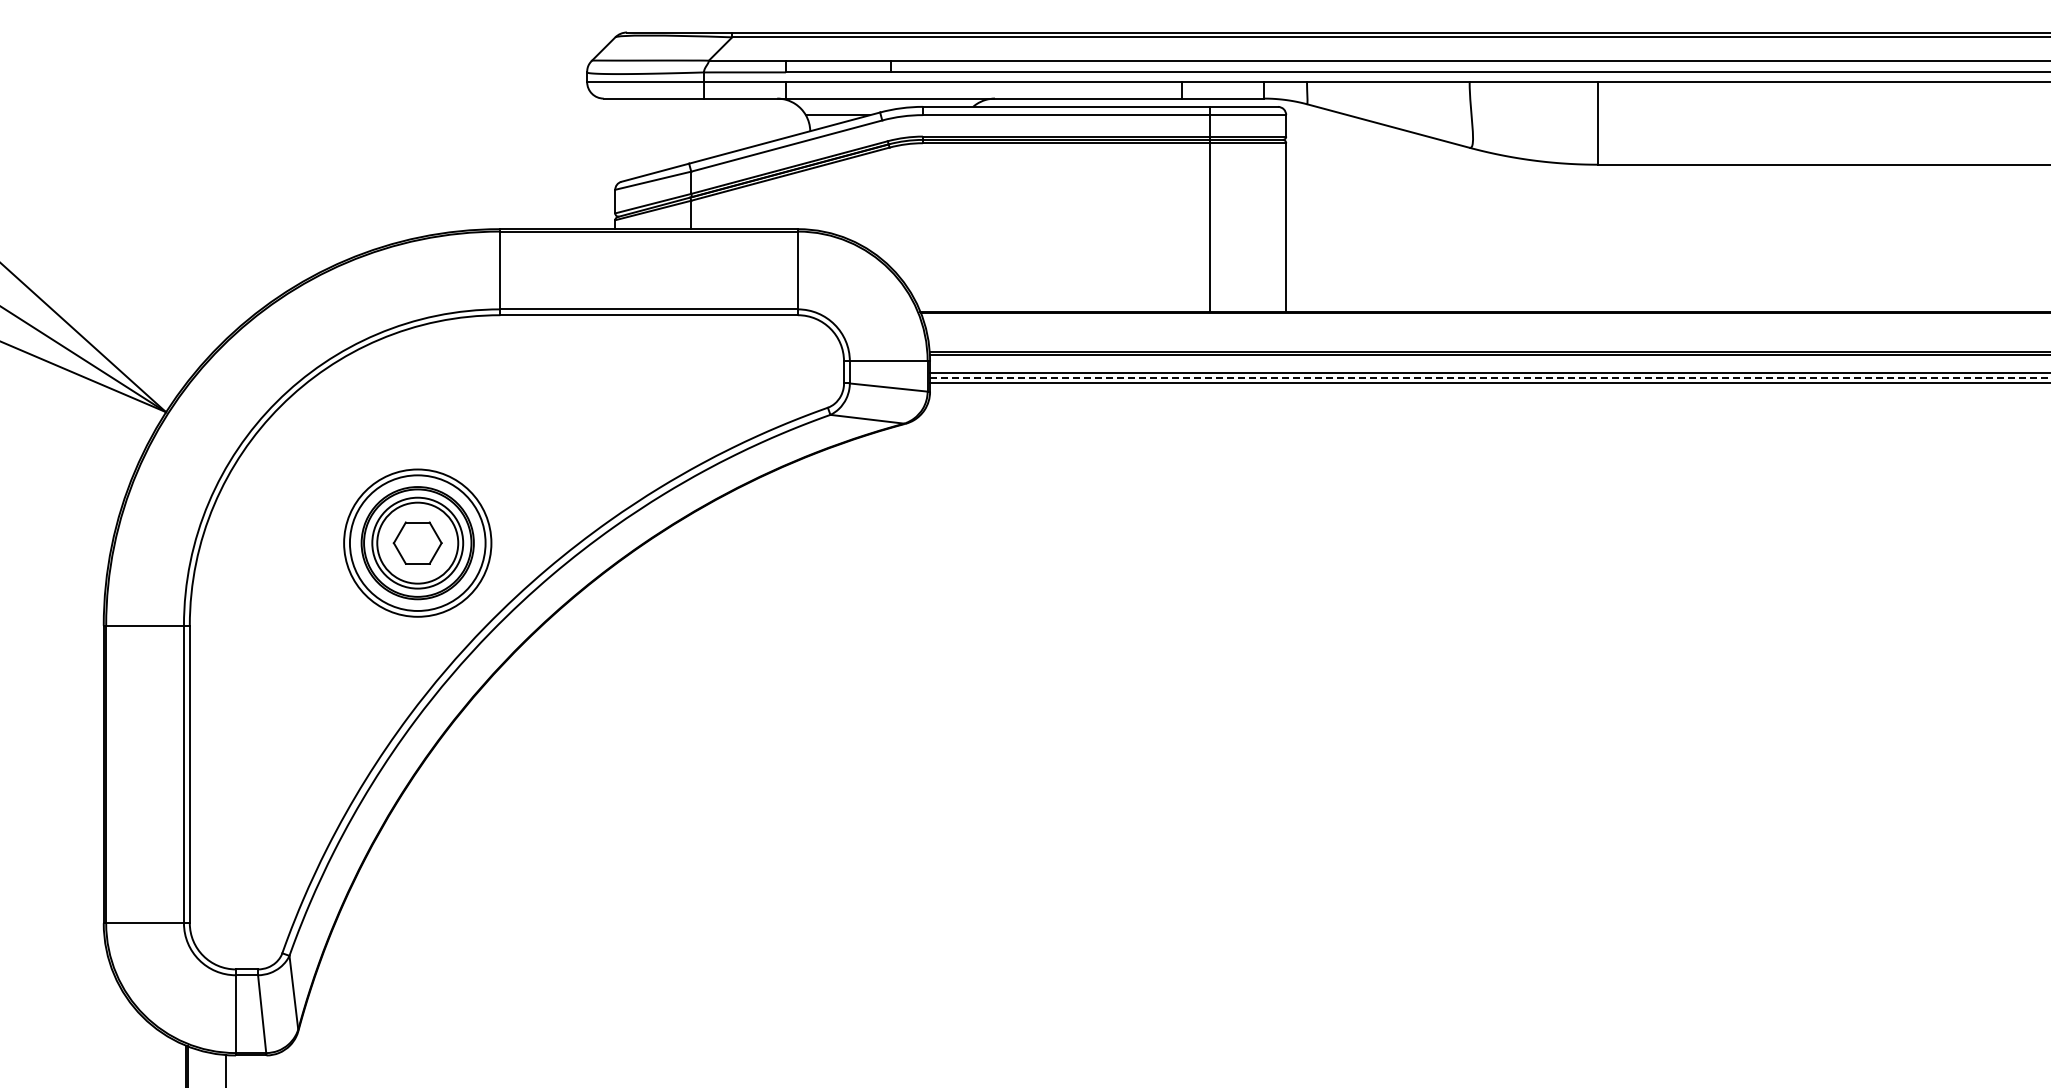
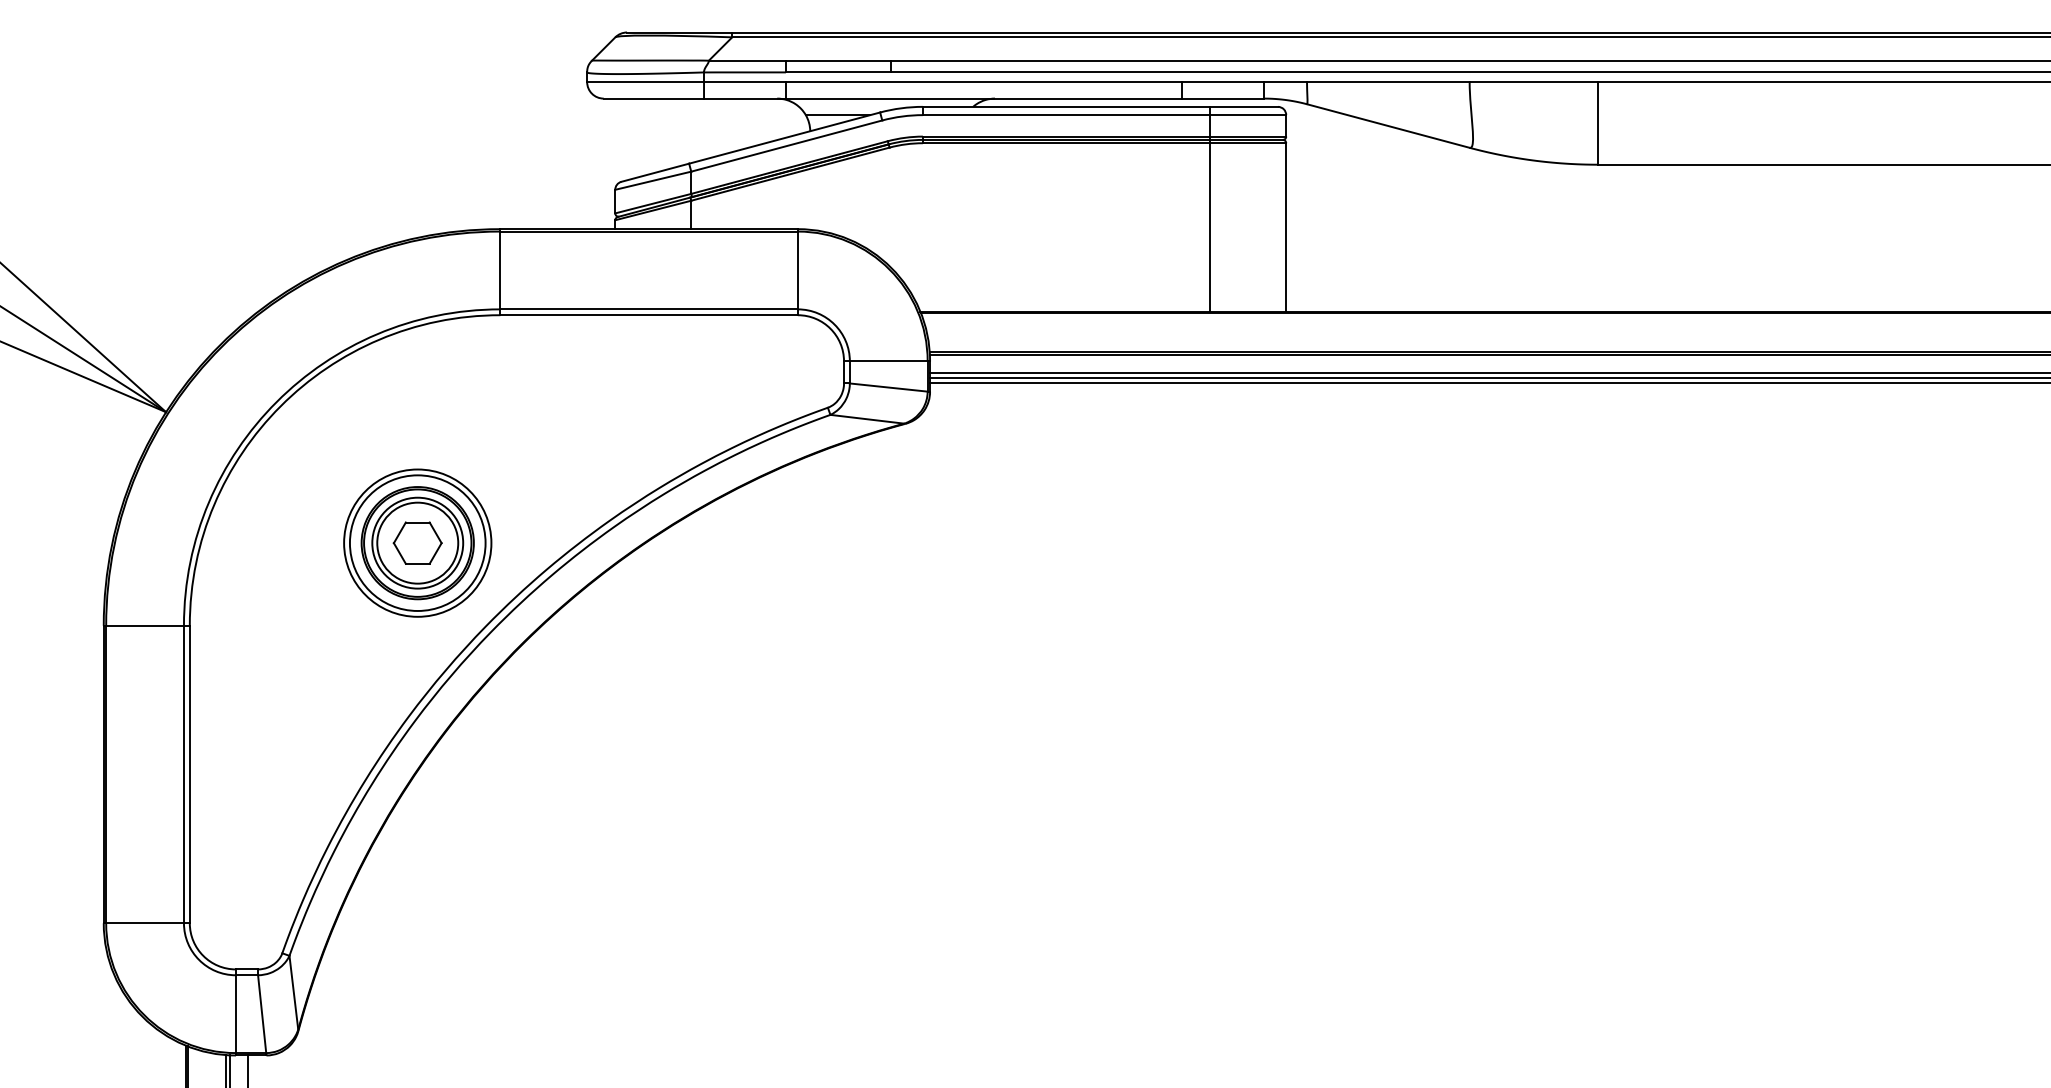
line at (1490, 377): dashed -> solid
line at (230, 1069): none -> present
line at (247, 1069): none -> present
